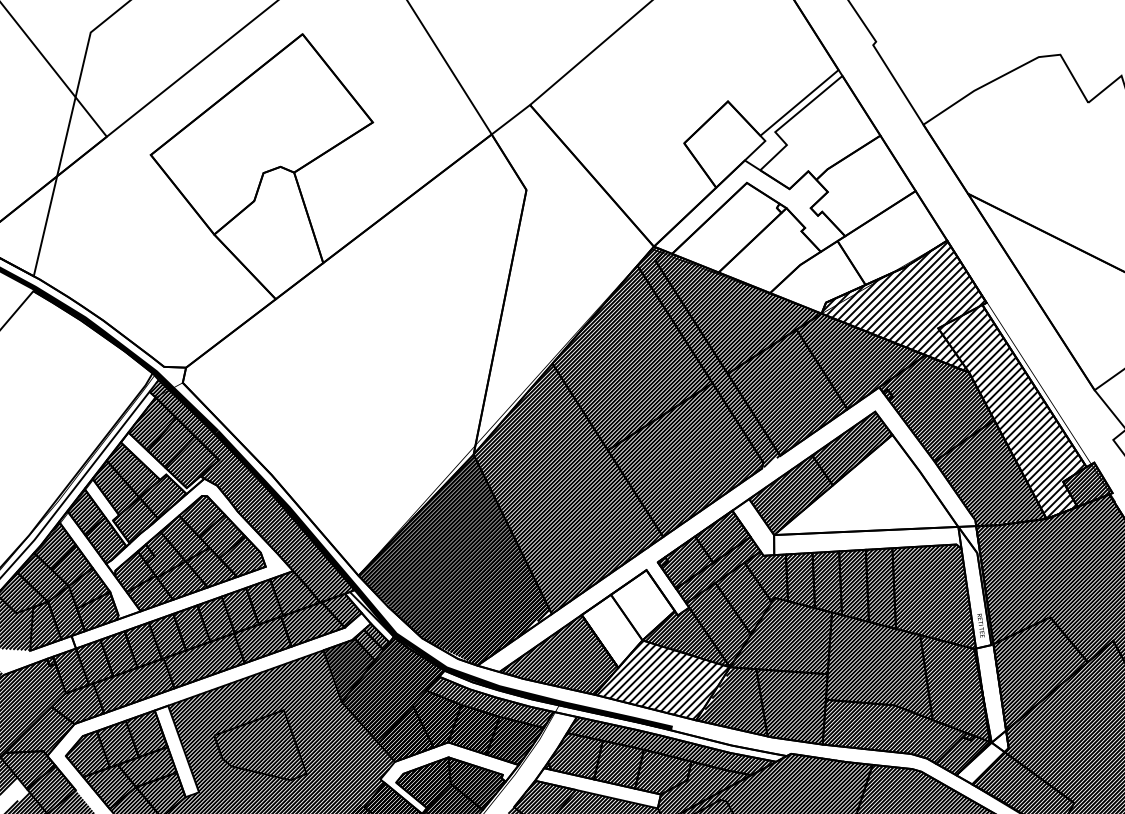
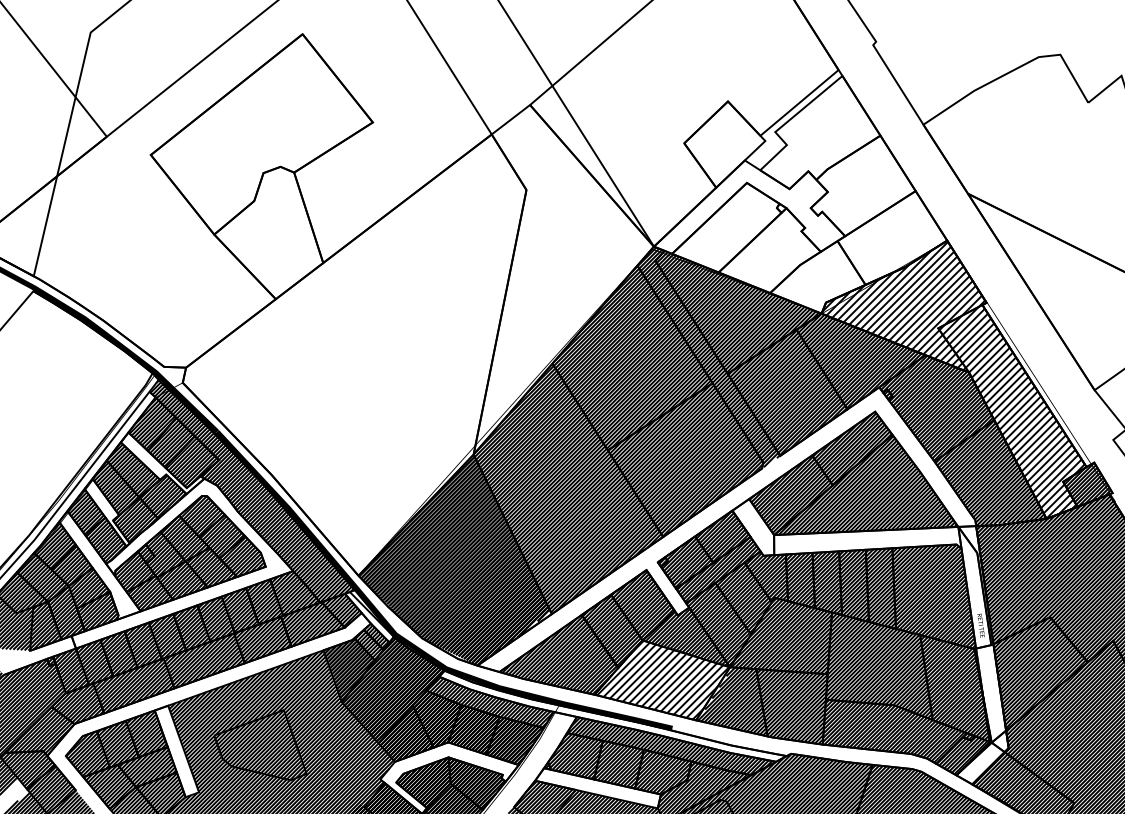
line at (576, 124): none -> present
hatch at (865, 485): none -> present
hatch at (627, 618): none -> present
